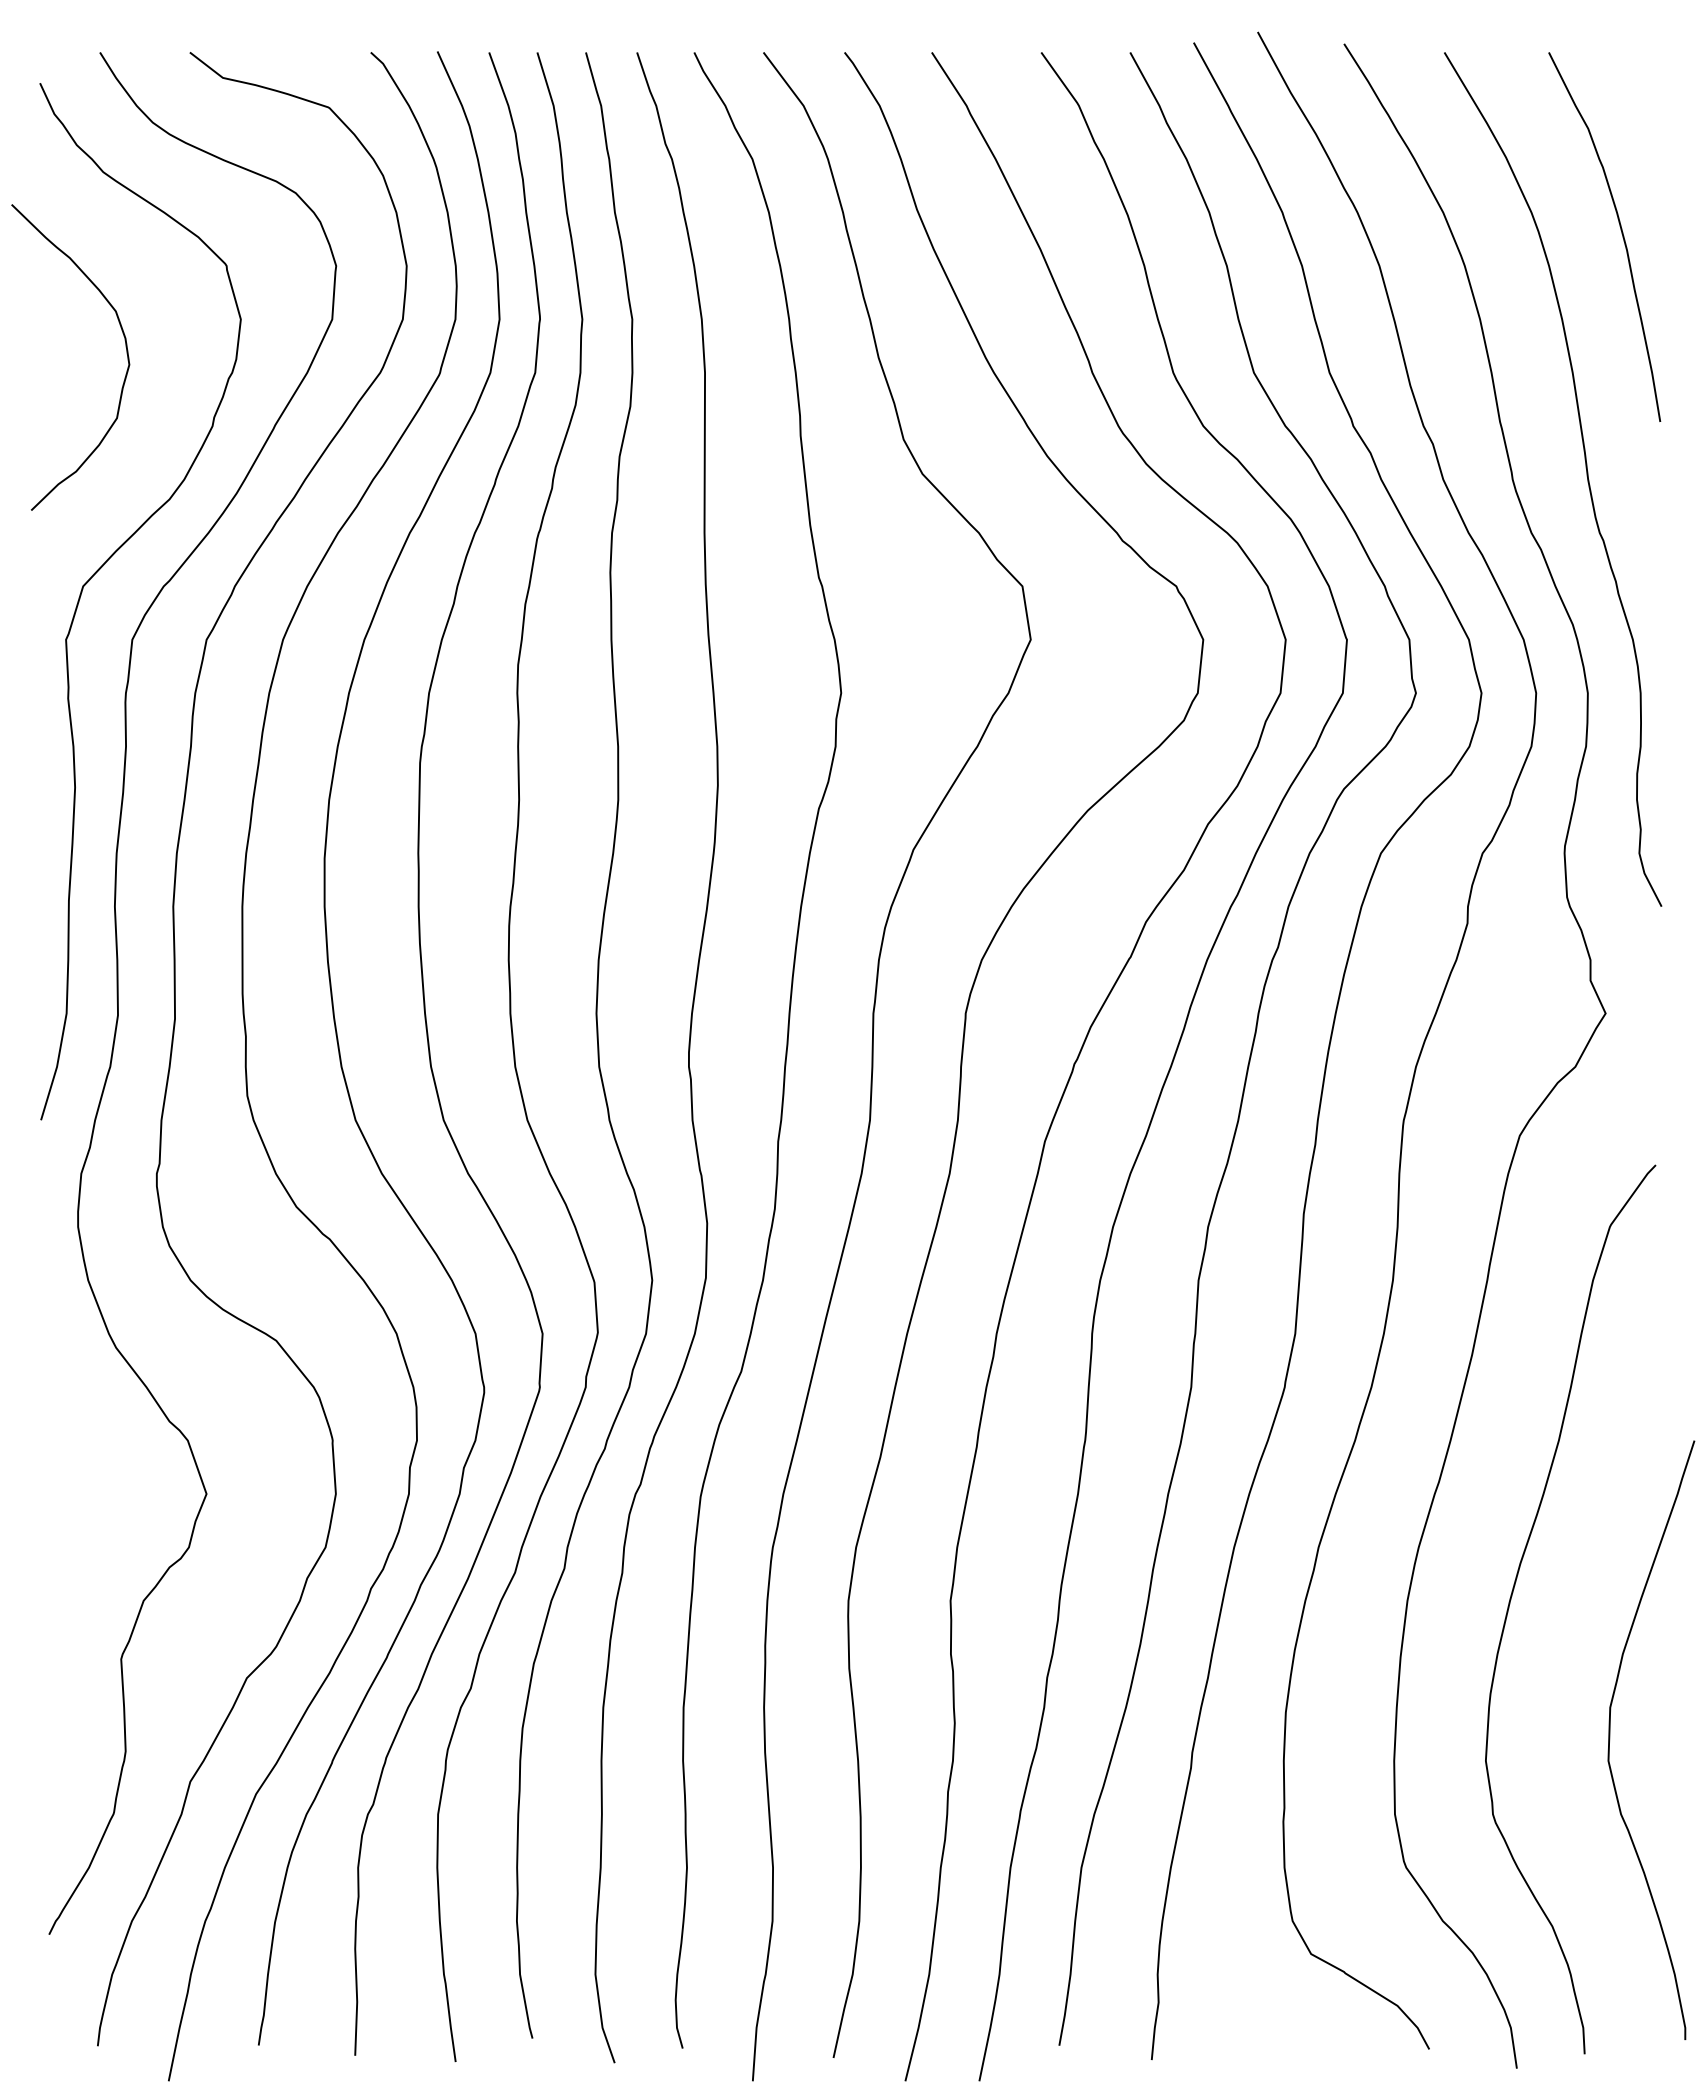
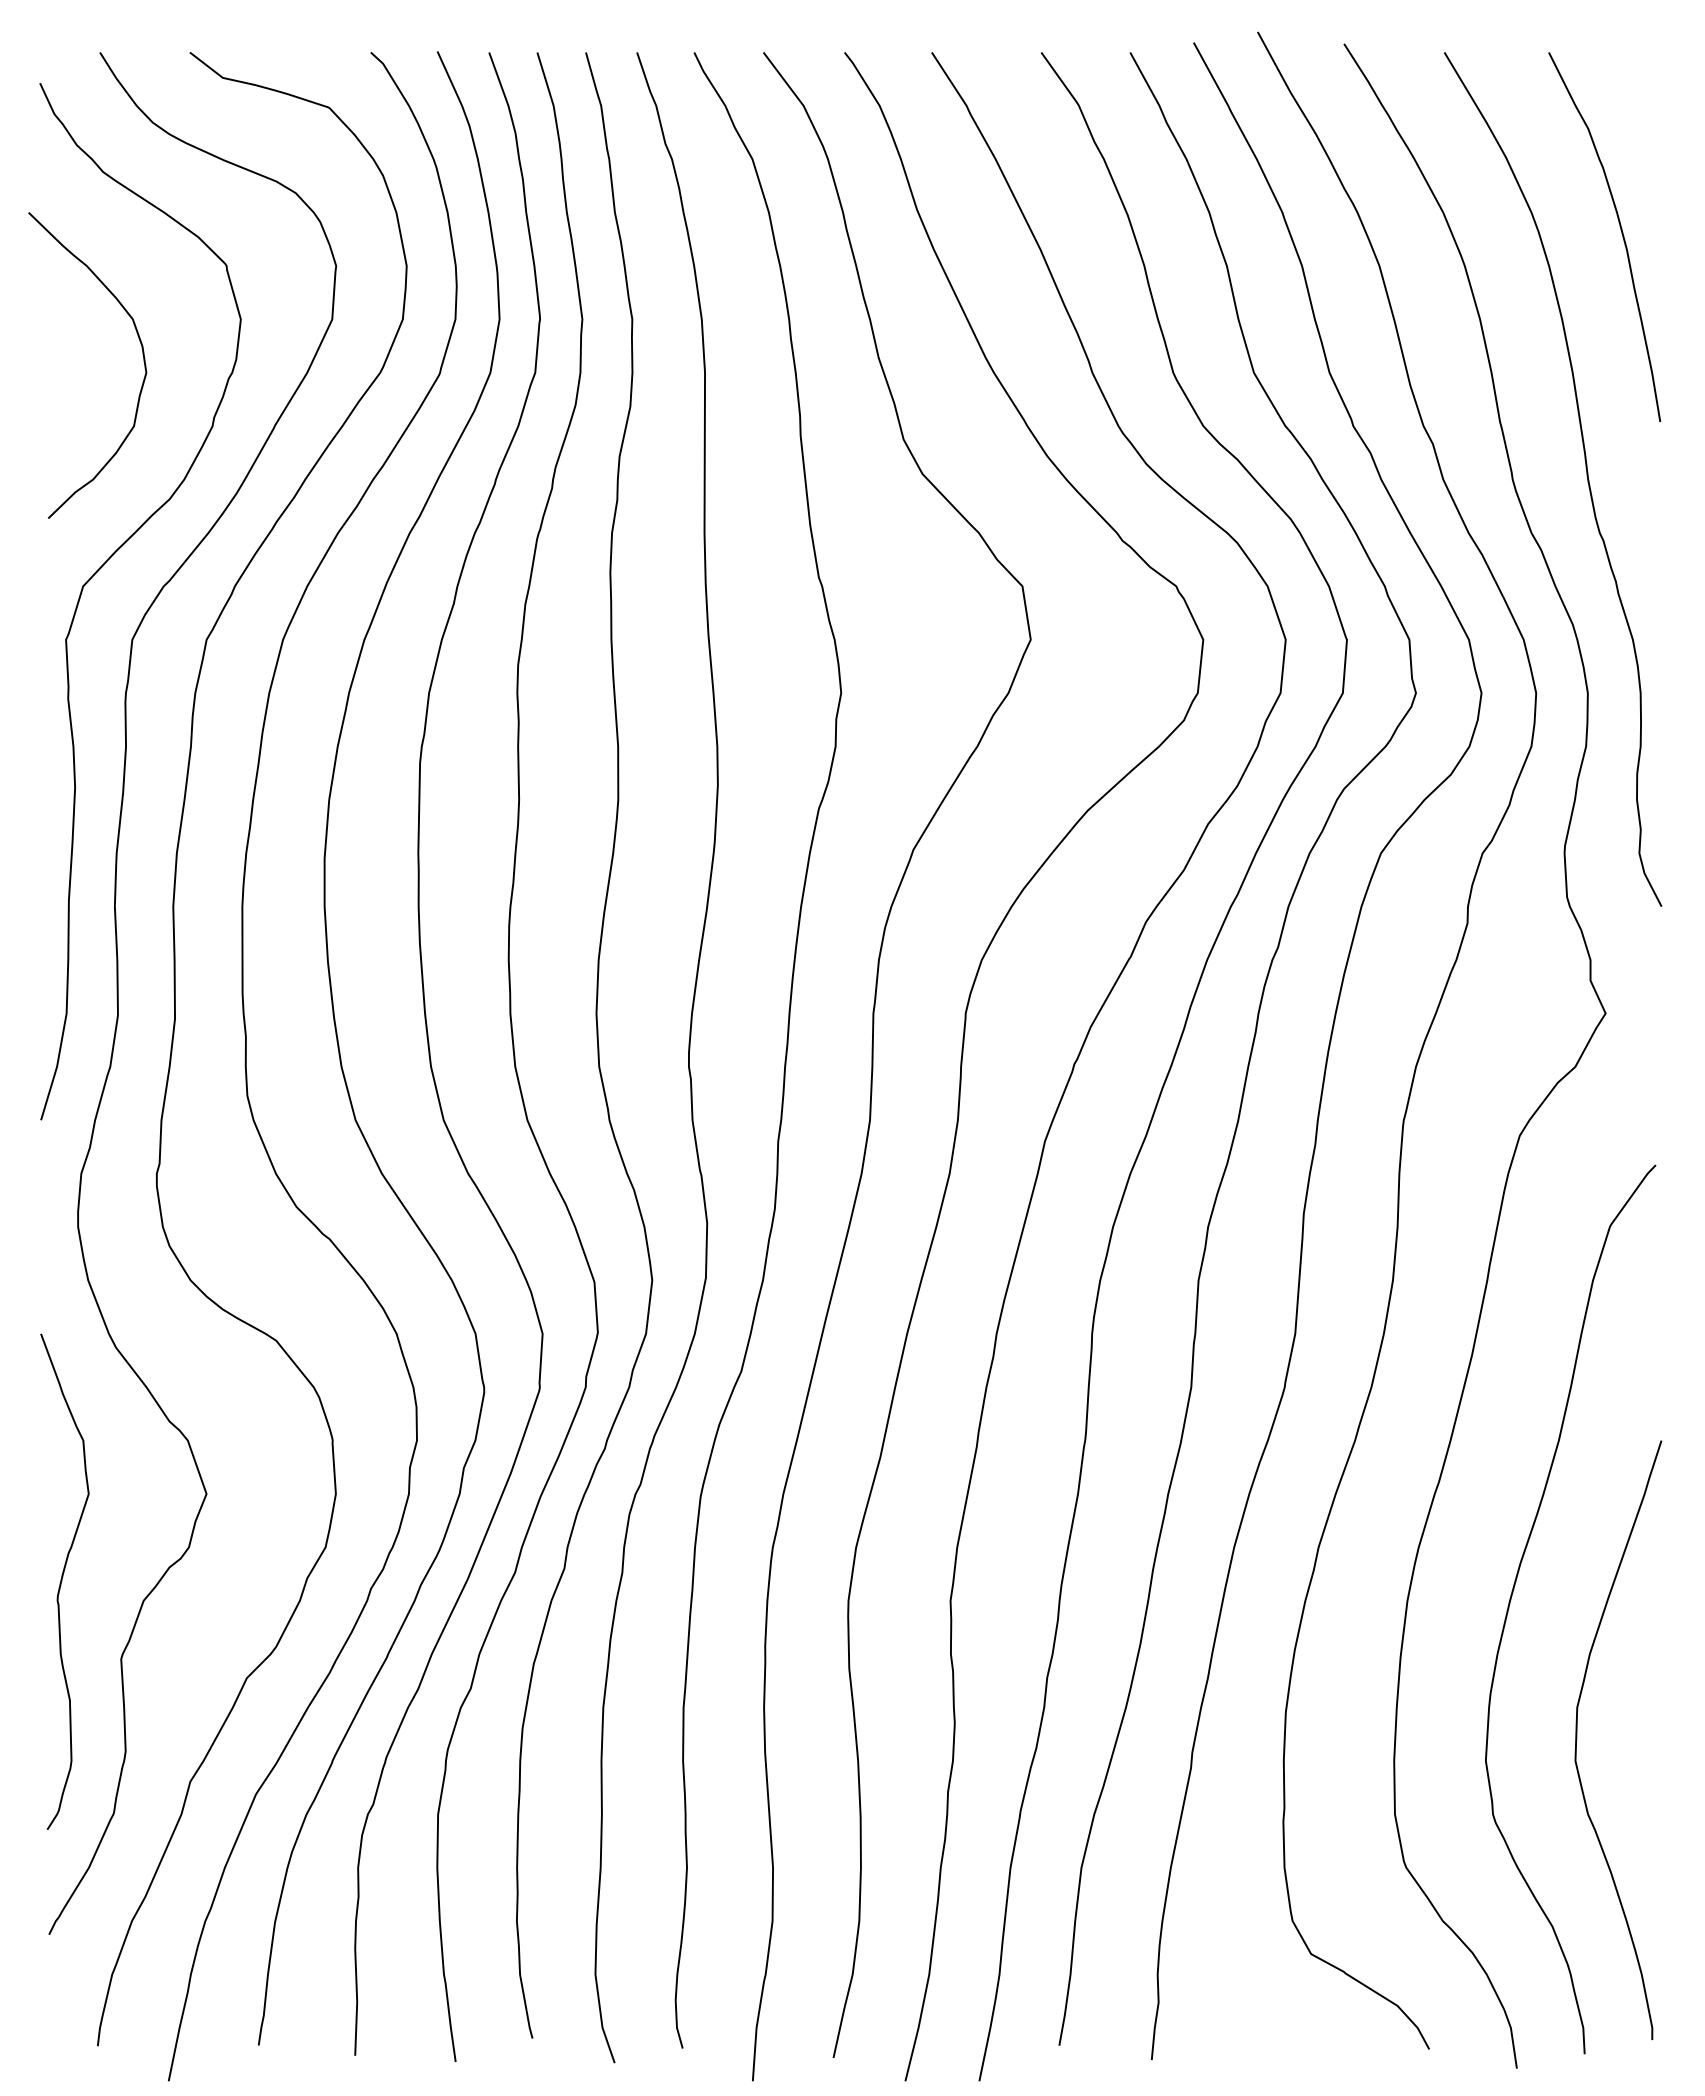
curve at (125, 347) position: (125, 347) -> (142, 355)
curve at (62, 1581): none -> present
curve at (1610, 1739) position: (1610, 1739) -> (1577, 1739)
